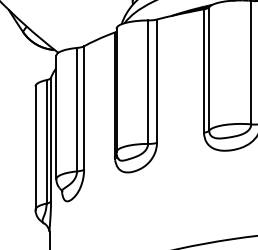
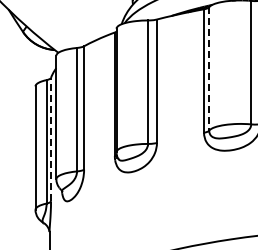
line at (209, 68): solid -> dashed
line at (51, 139): solid -> dashed
